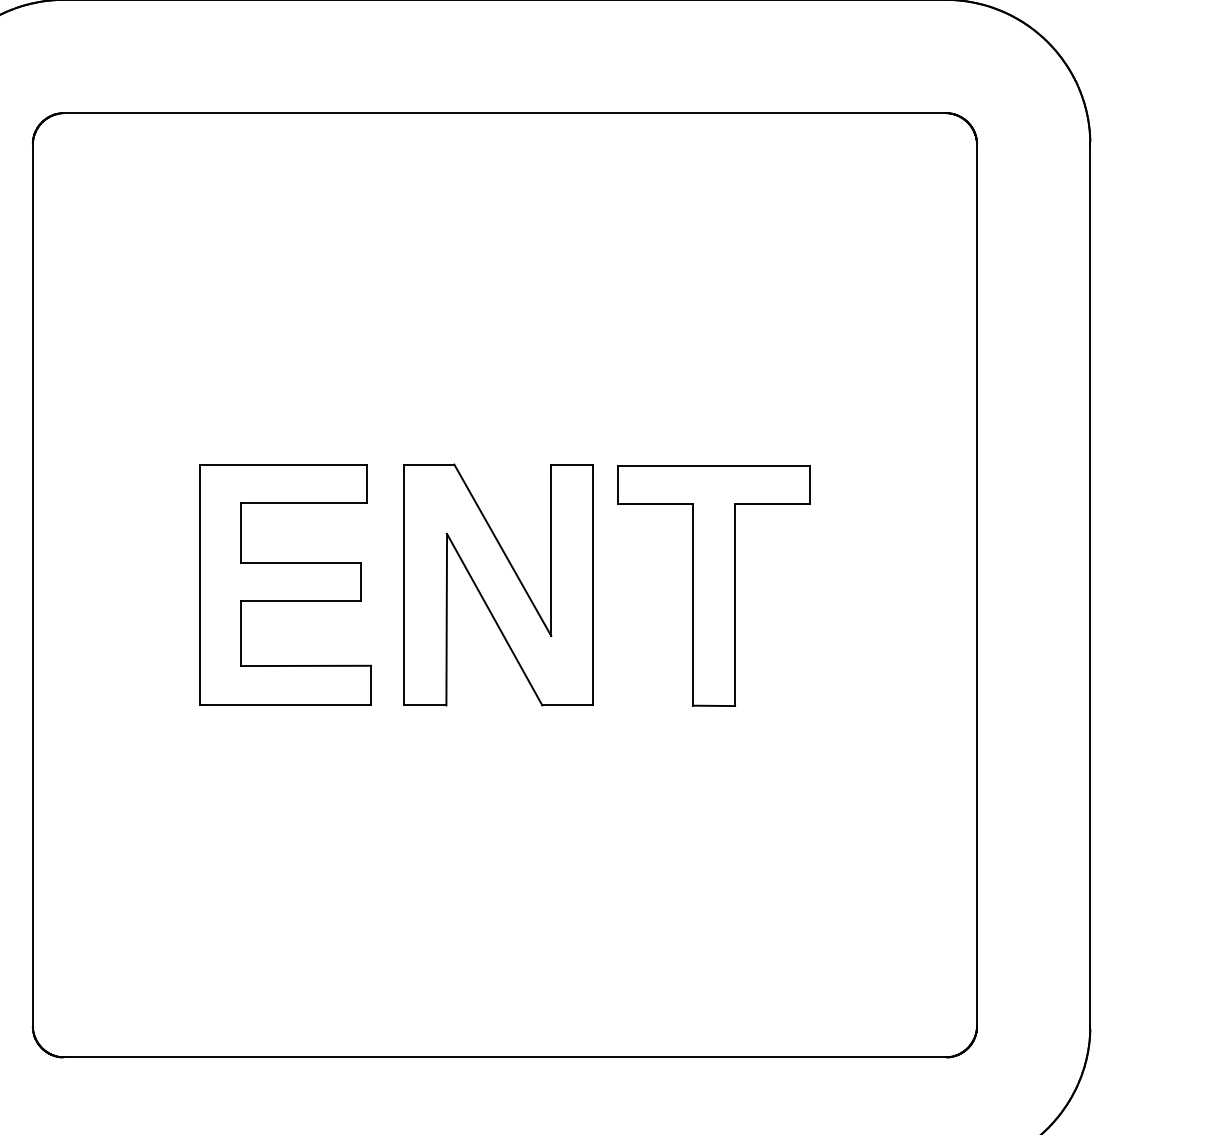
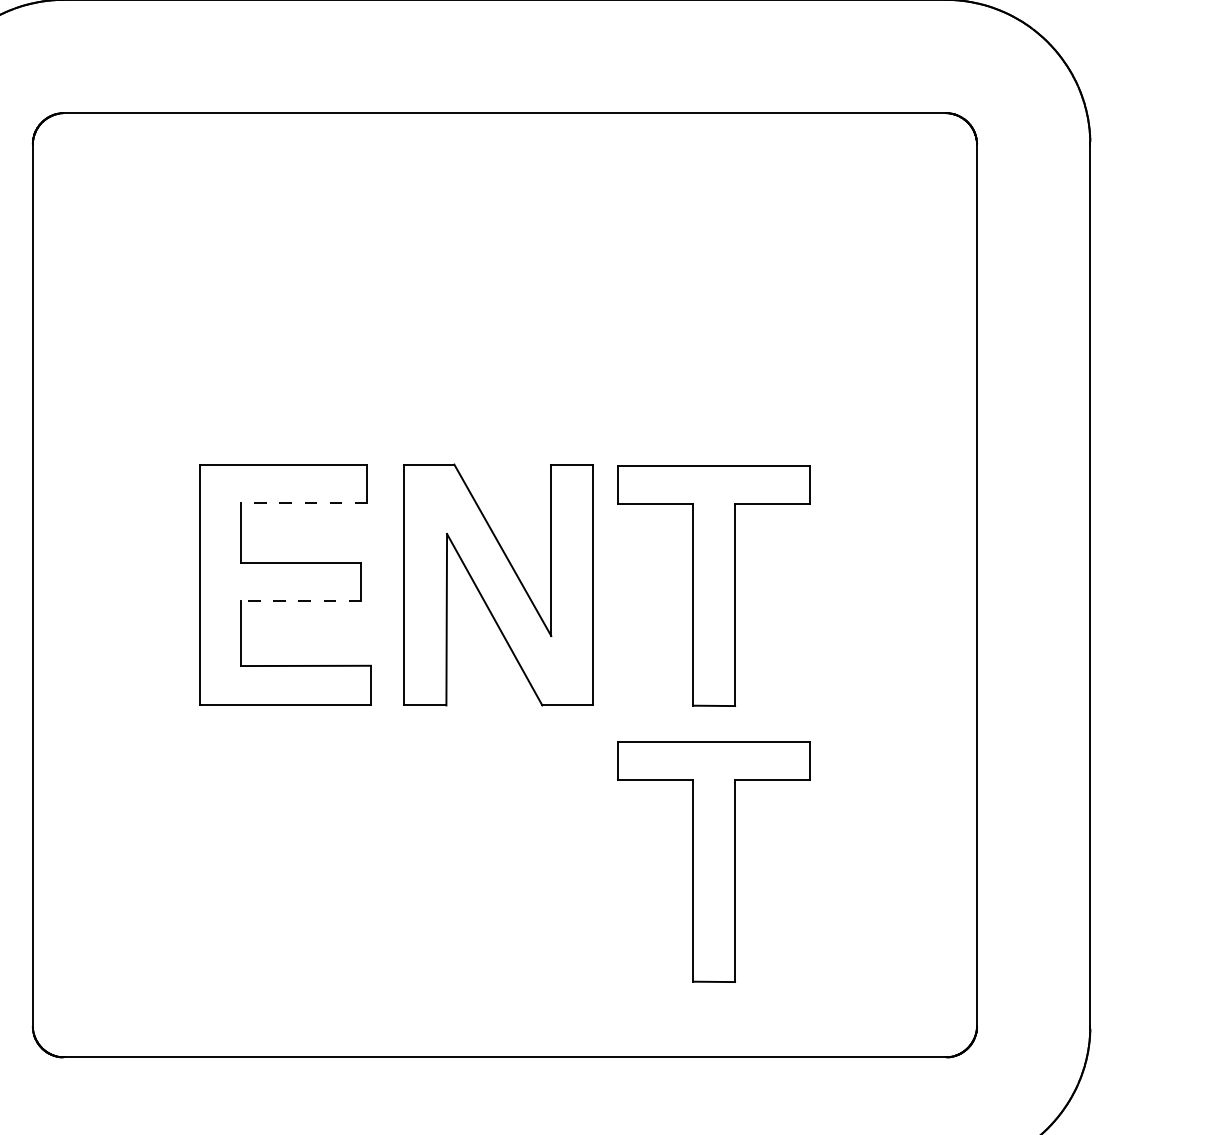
line at (303, 503): solid -> dashed
line at (300, 601): solid -> dashed
part at (713, 861): none -> present
